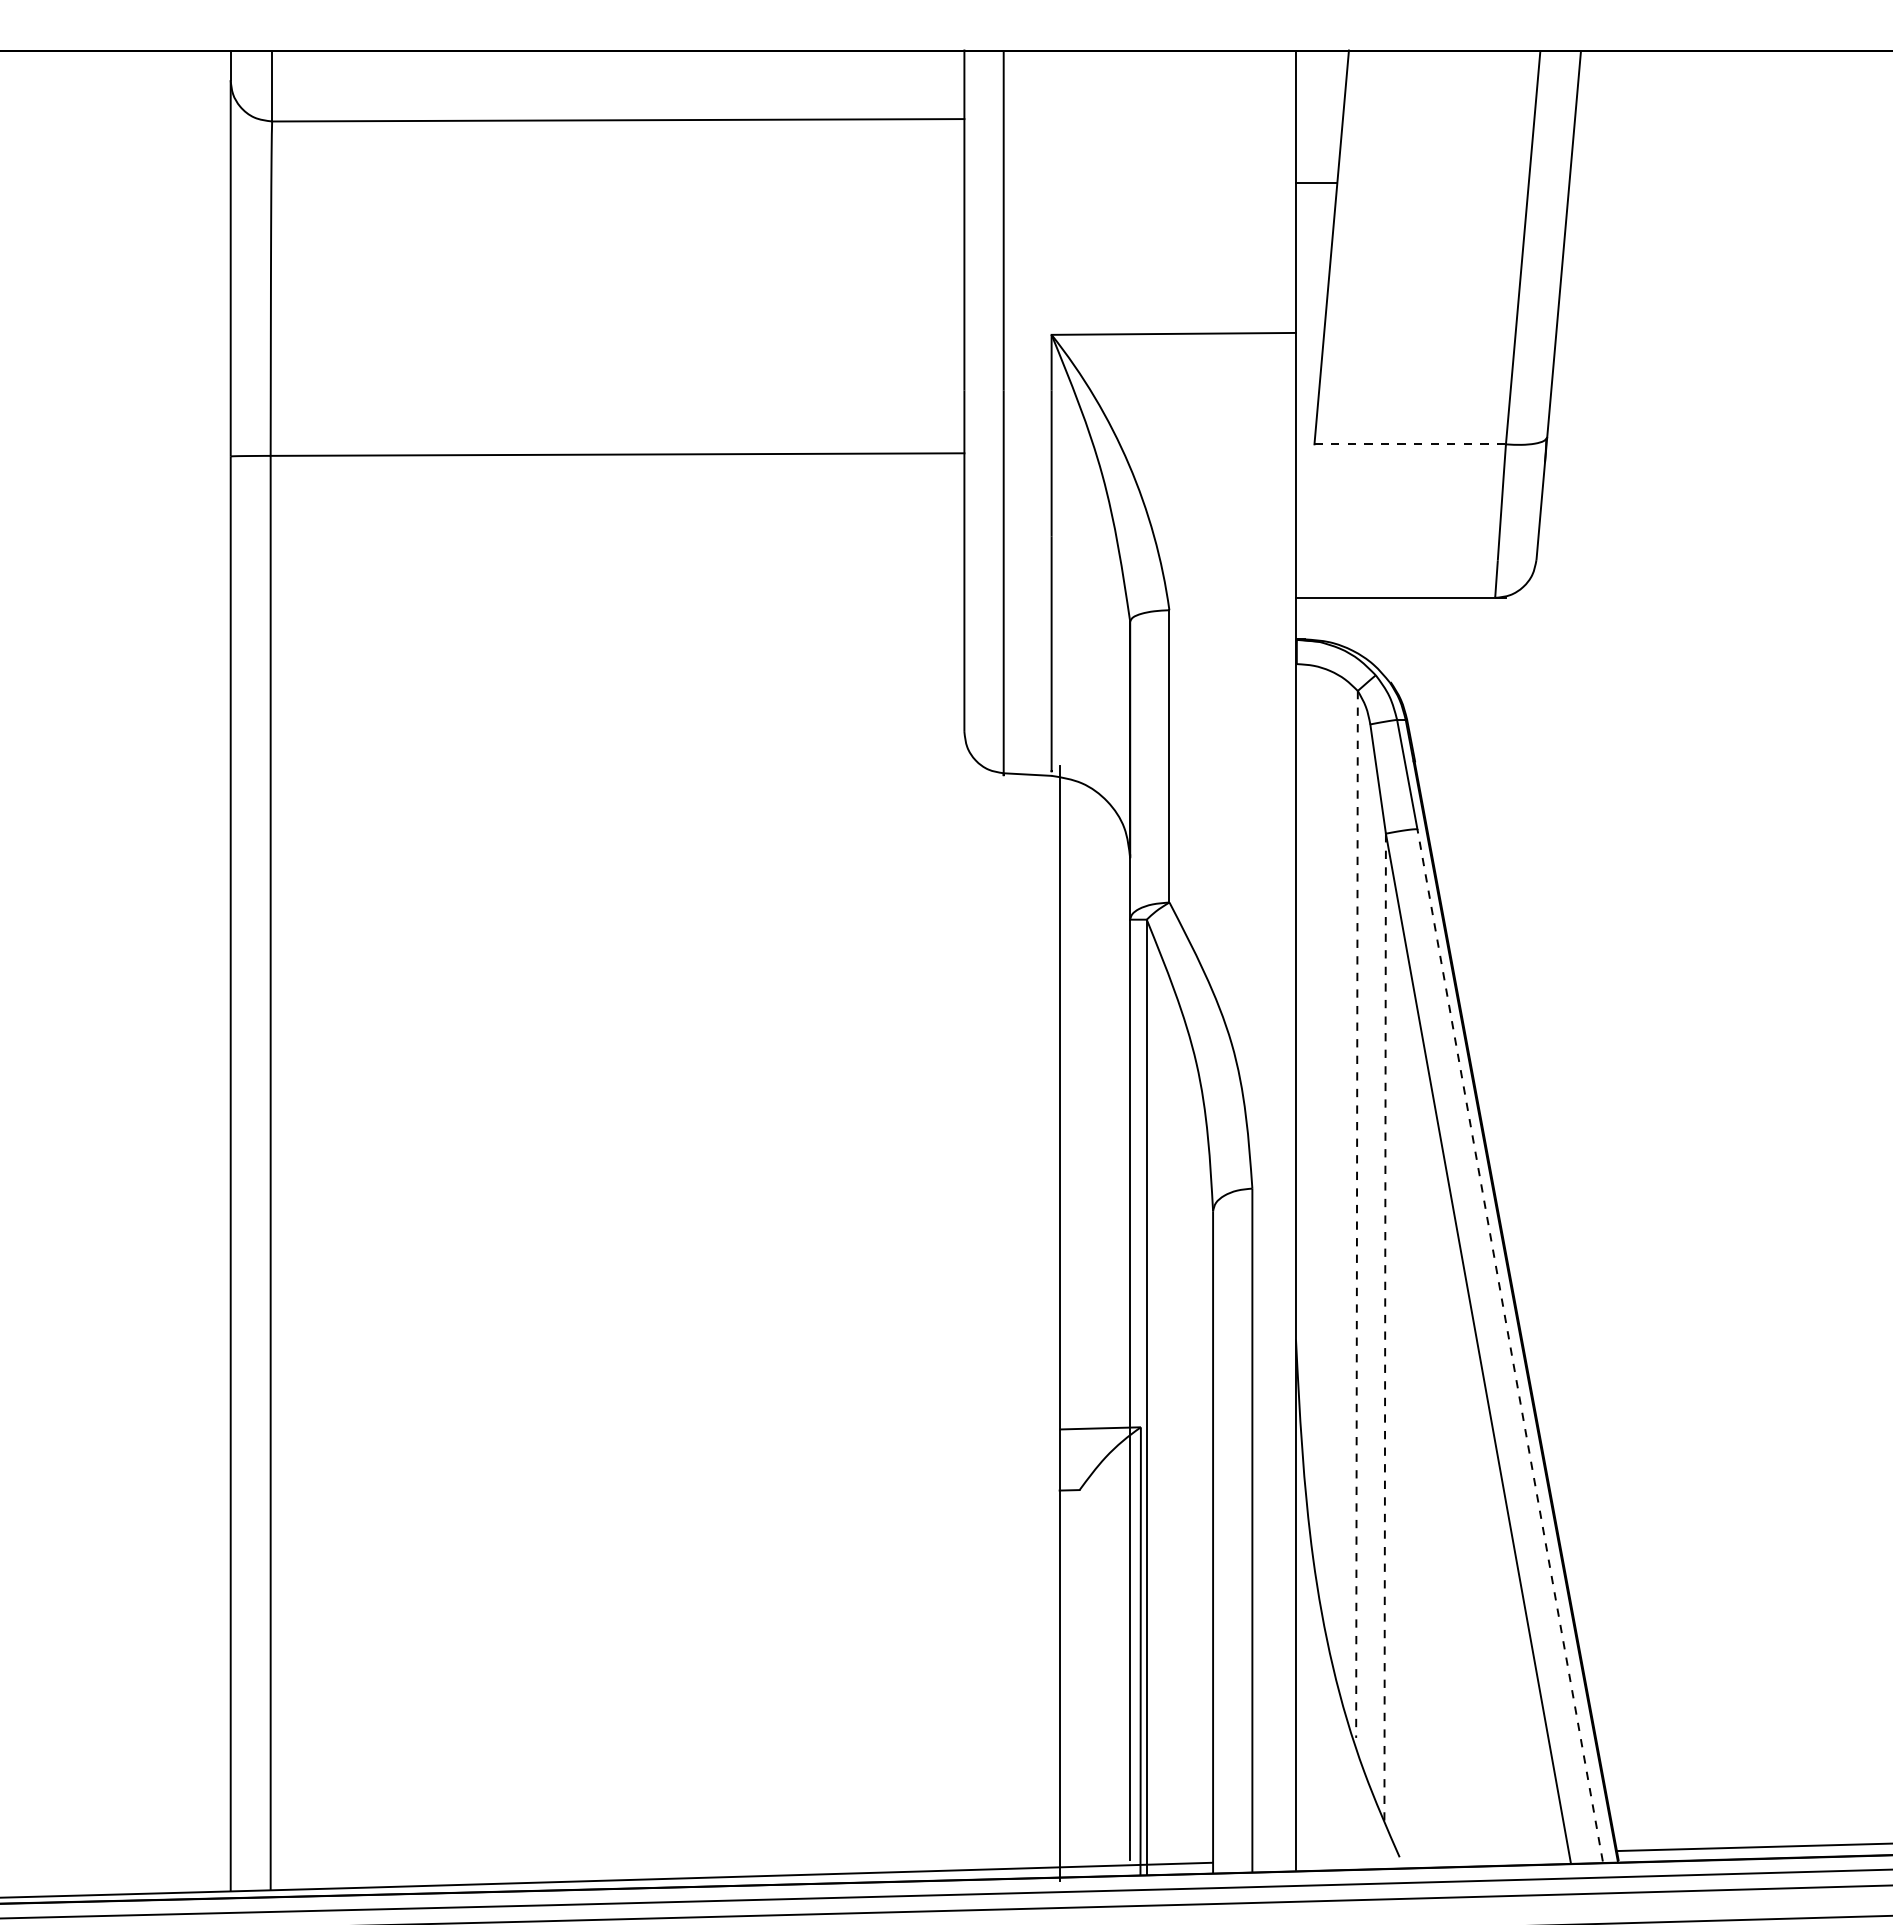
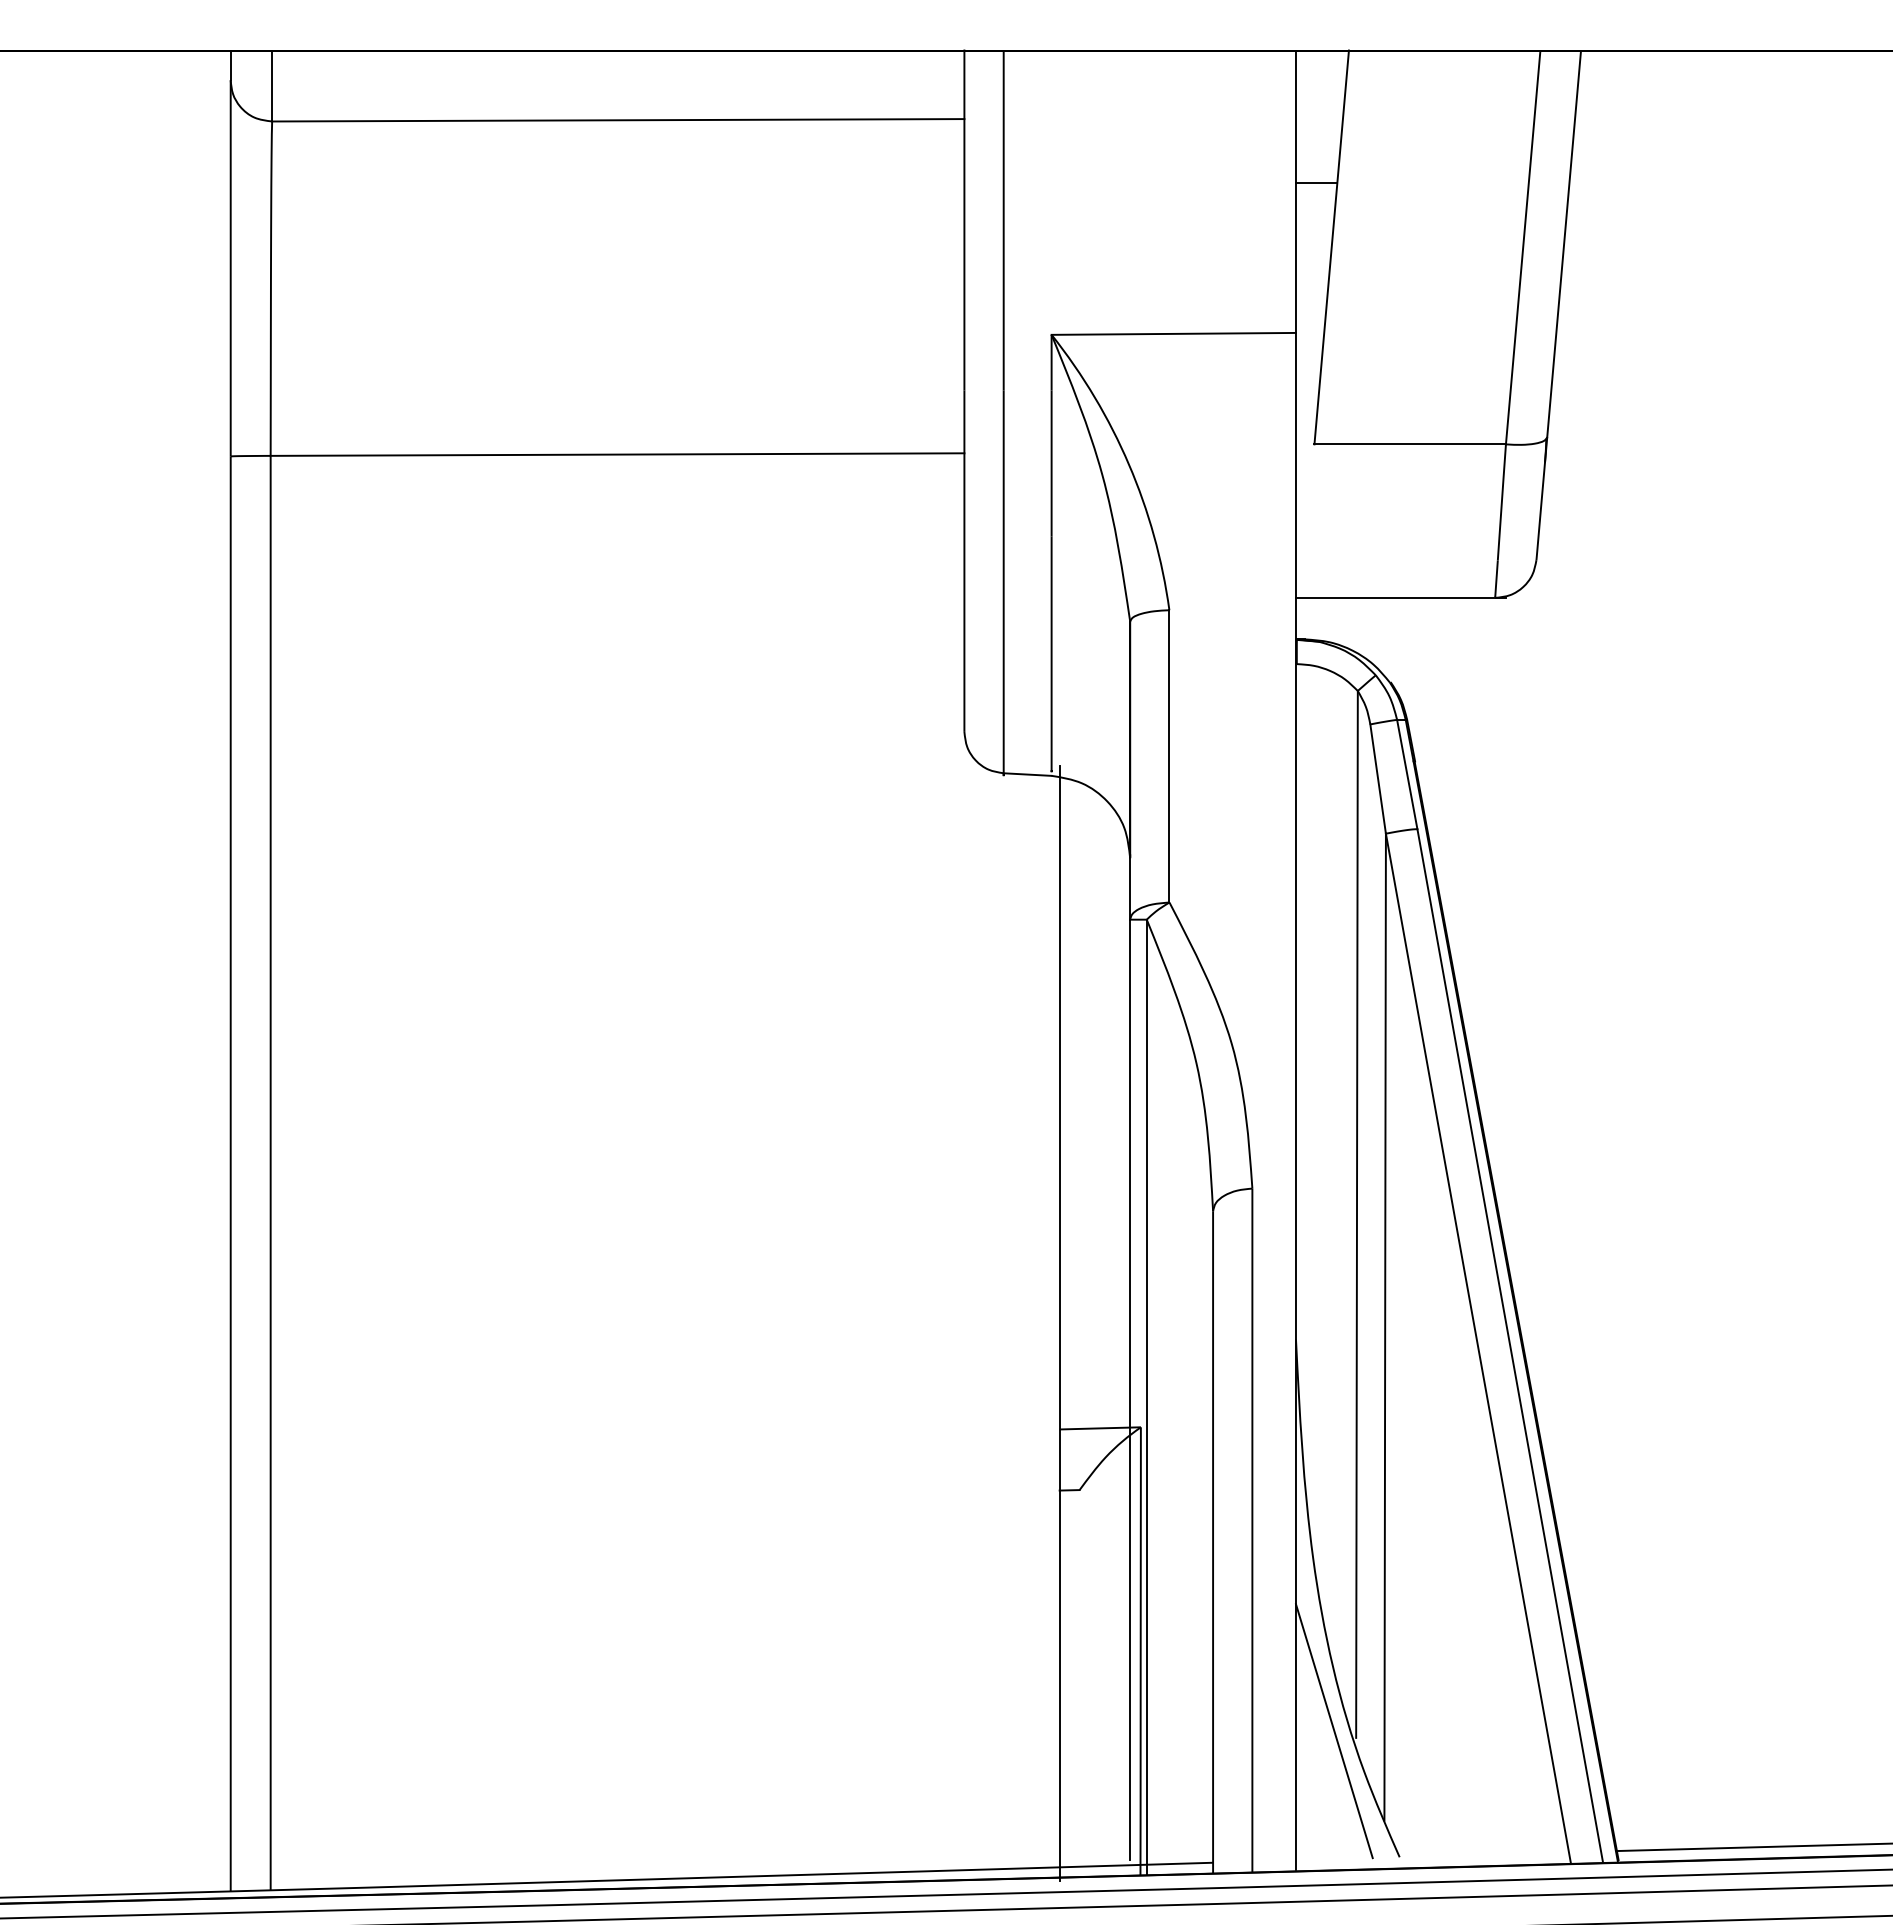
line at (1410, 444): dashed -> solid
line at (1356, 1214): dashed -> solid
line at (1385, 1326): dashed -> solid
line at (1510, 1344): dashed -> solid
line at (1333, 1731): none -> present
